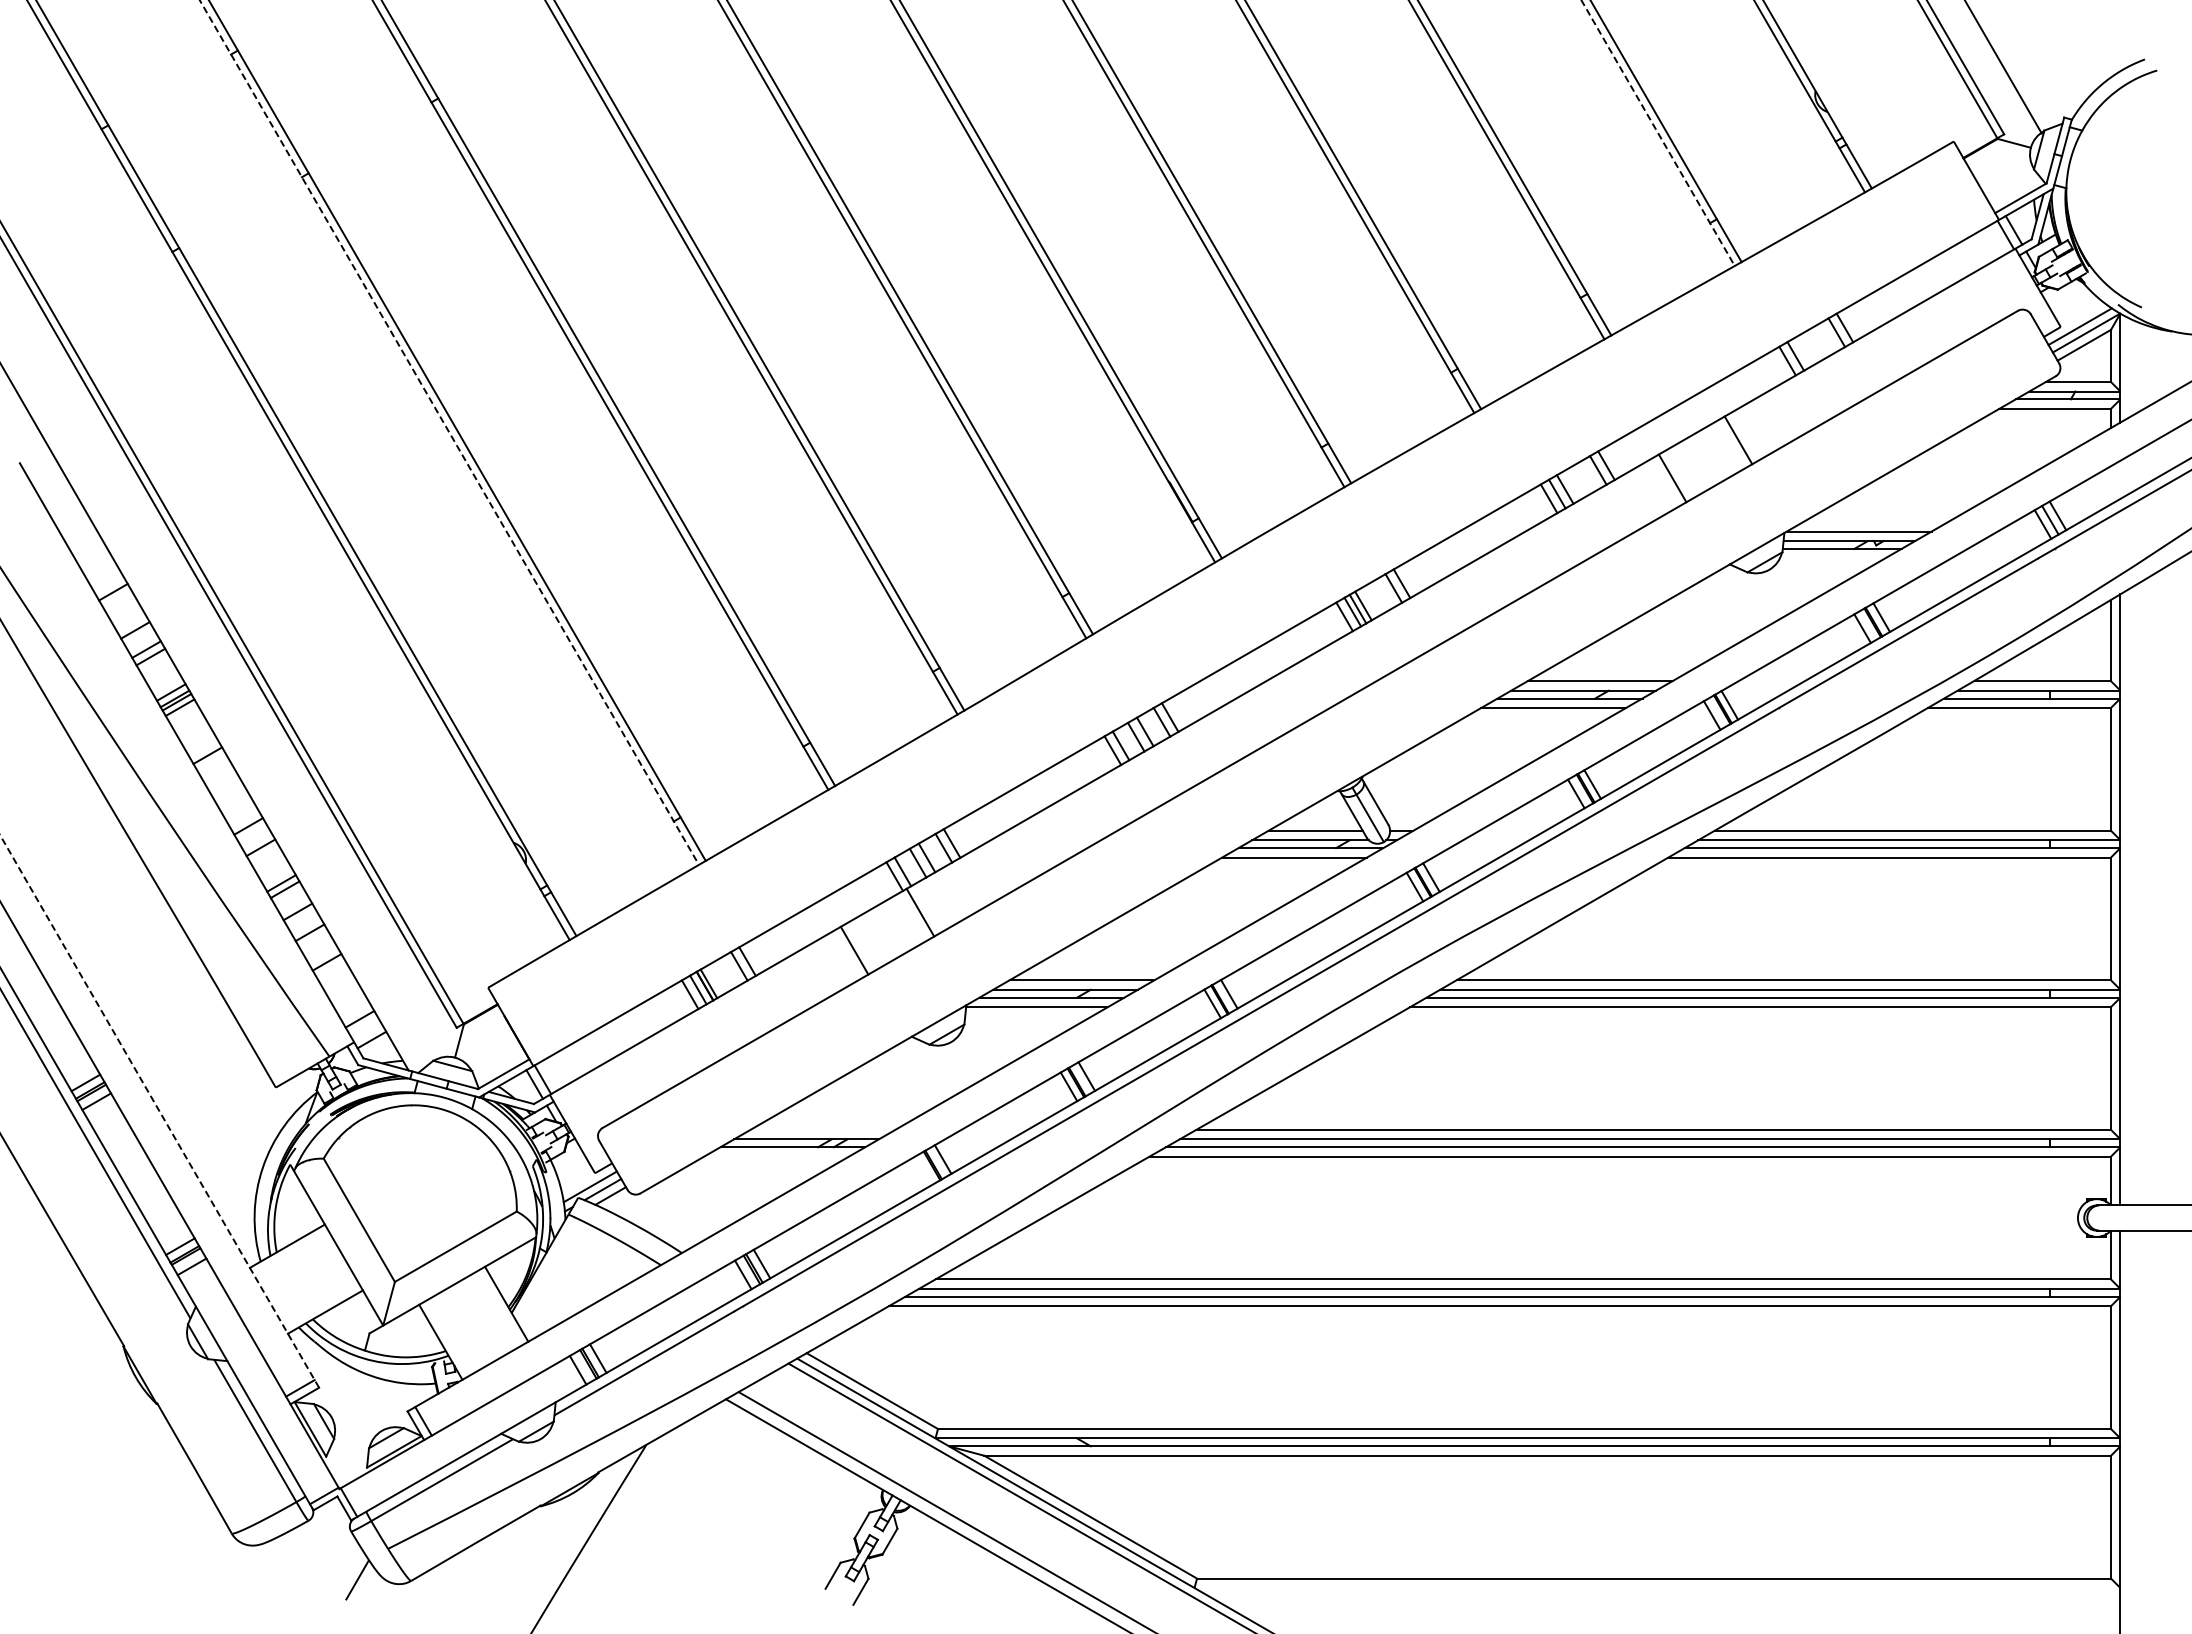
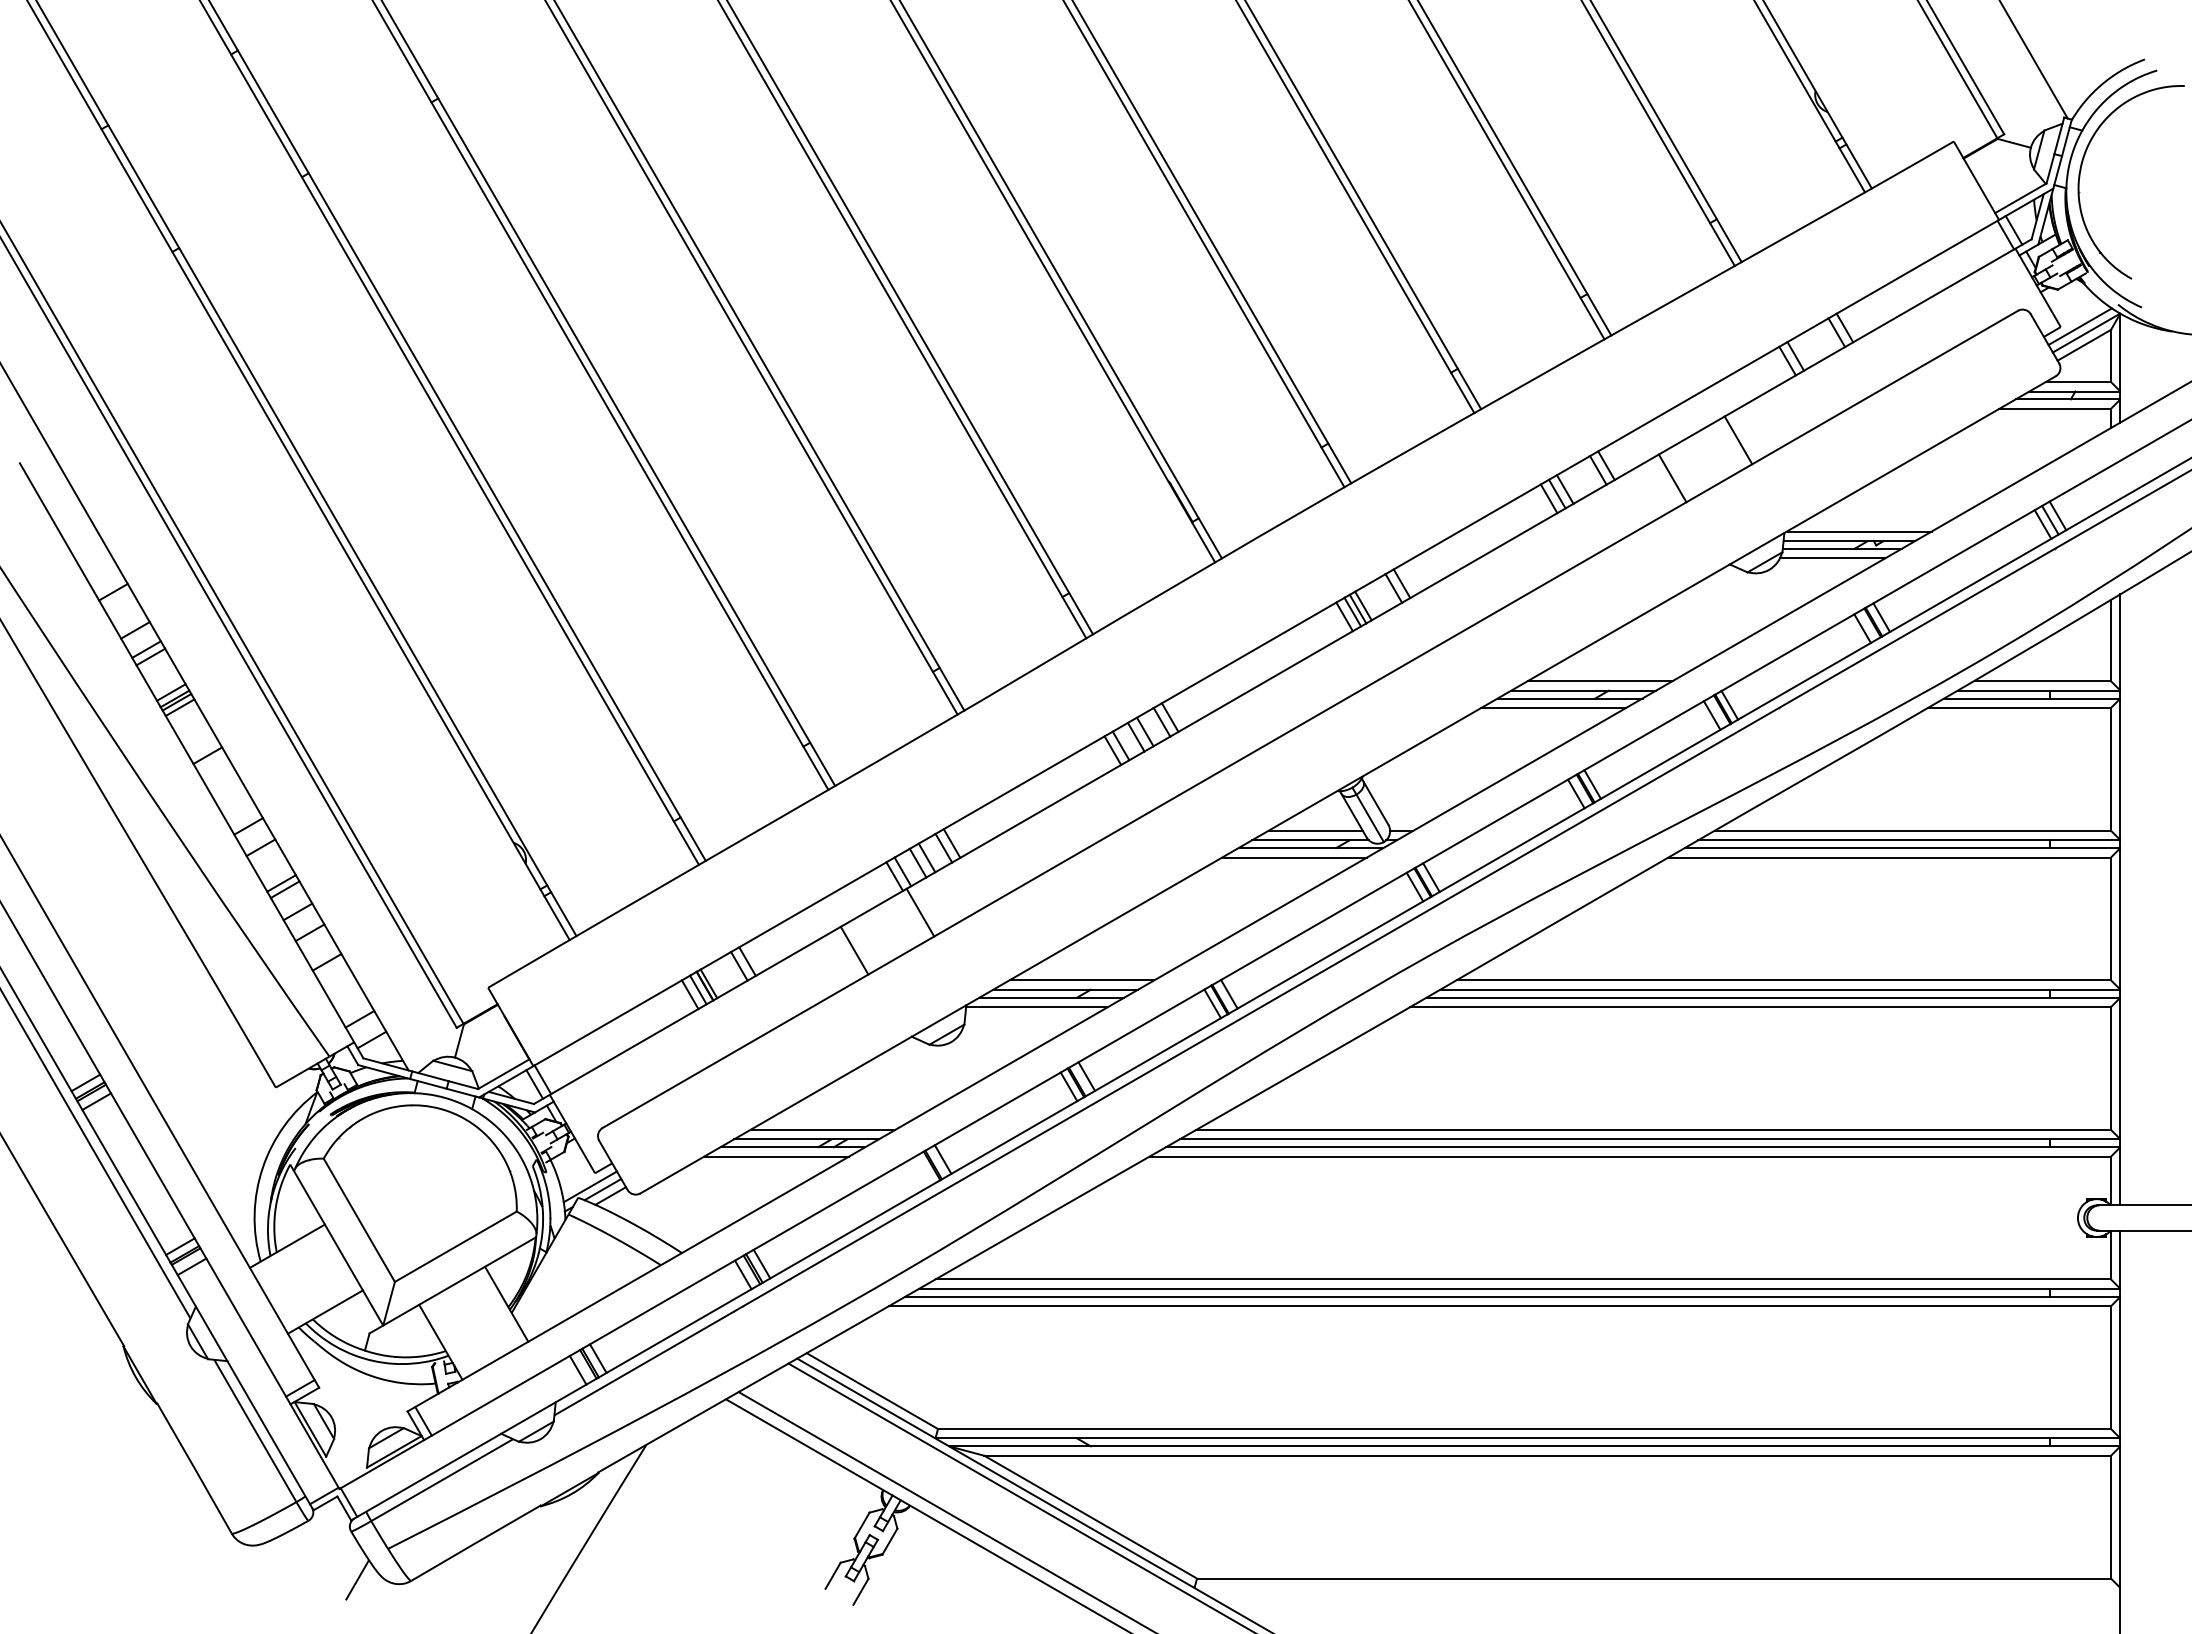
line at (2003, 67) position: (2003, 67) -> (2033, 60)
line at (1658, 133): dashed -> solid
part at (2080, 177): none -> present
line at (449, 432): dashed -> solid
line at (1832, 558): none -> present
line at (159, 1111): dashed -> solid
line at (822, 1129): none -> present
line at (776, 1156): none -> present
